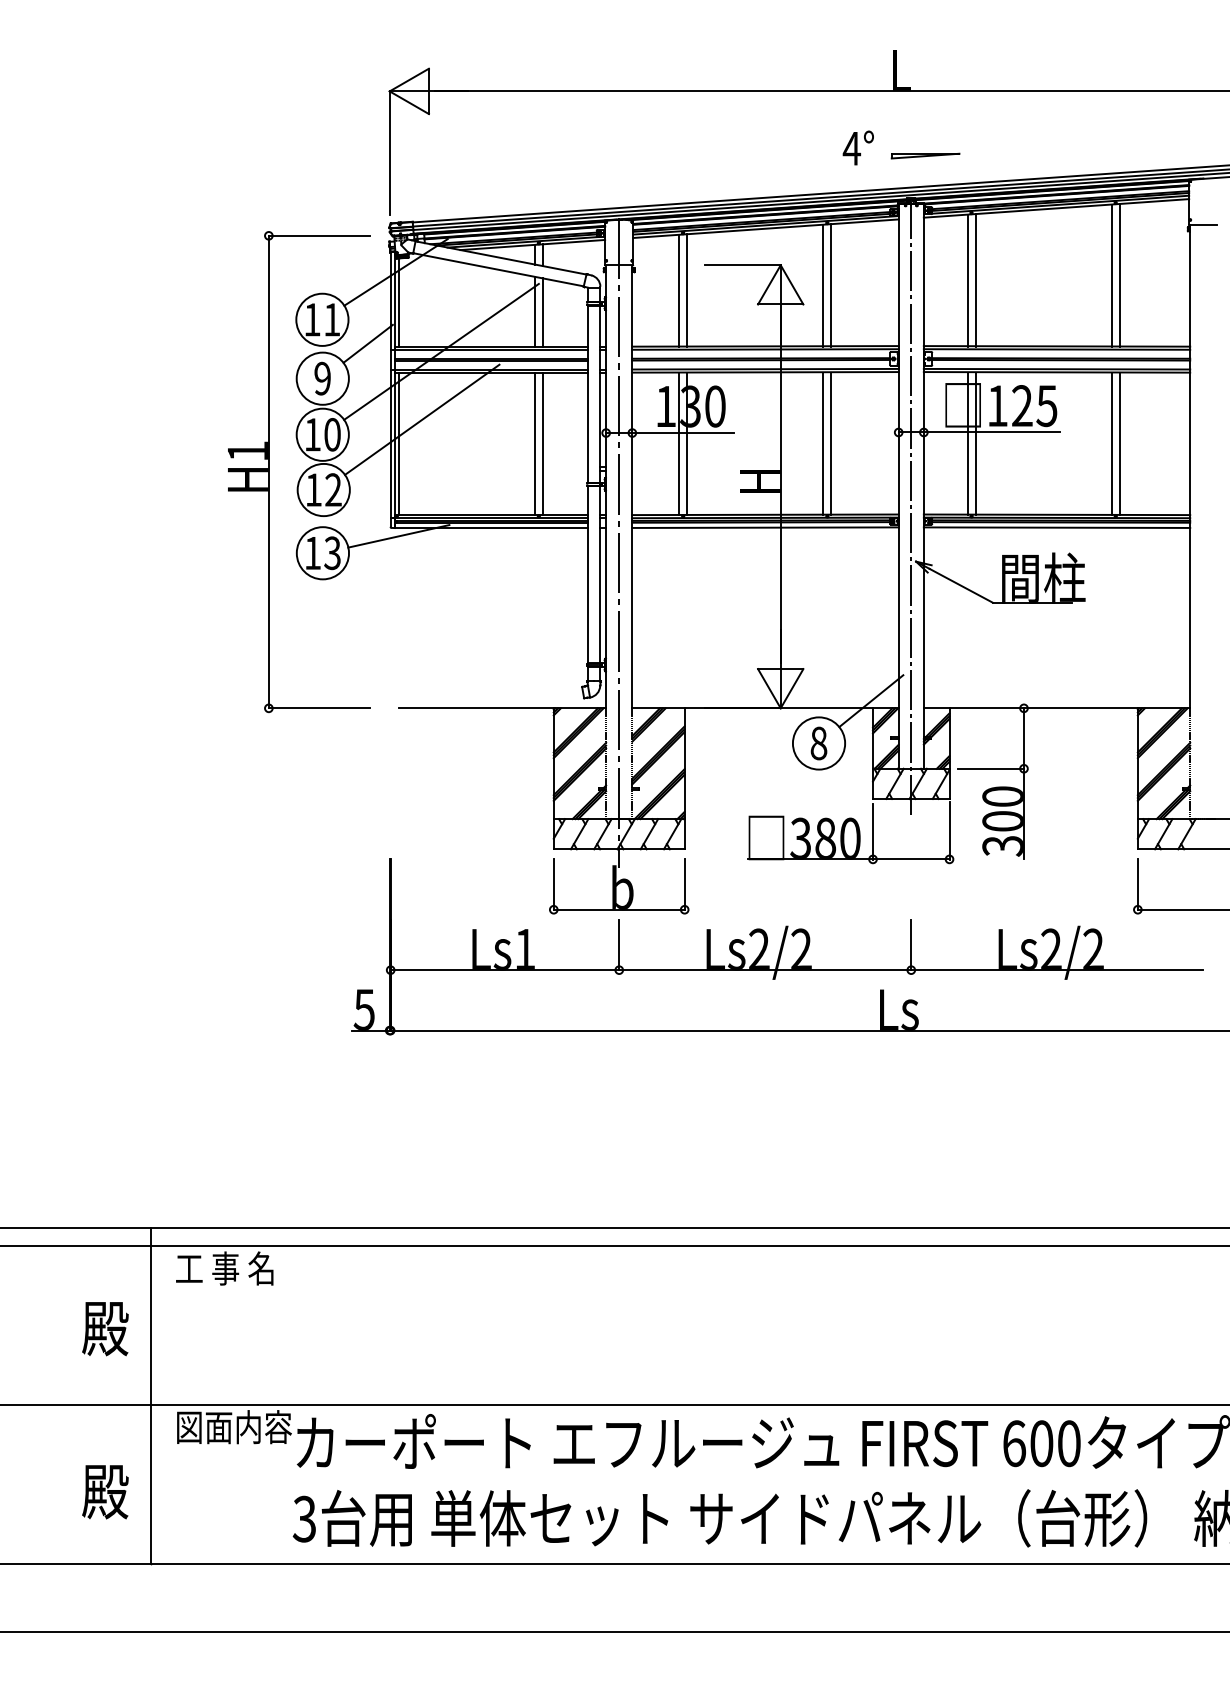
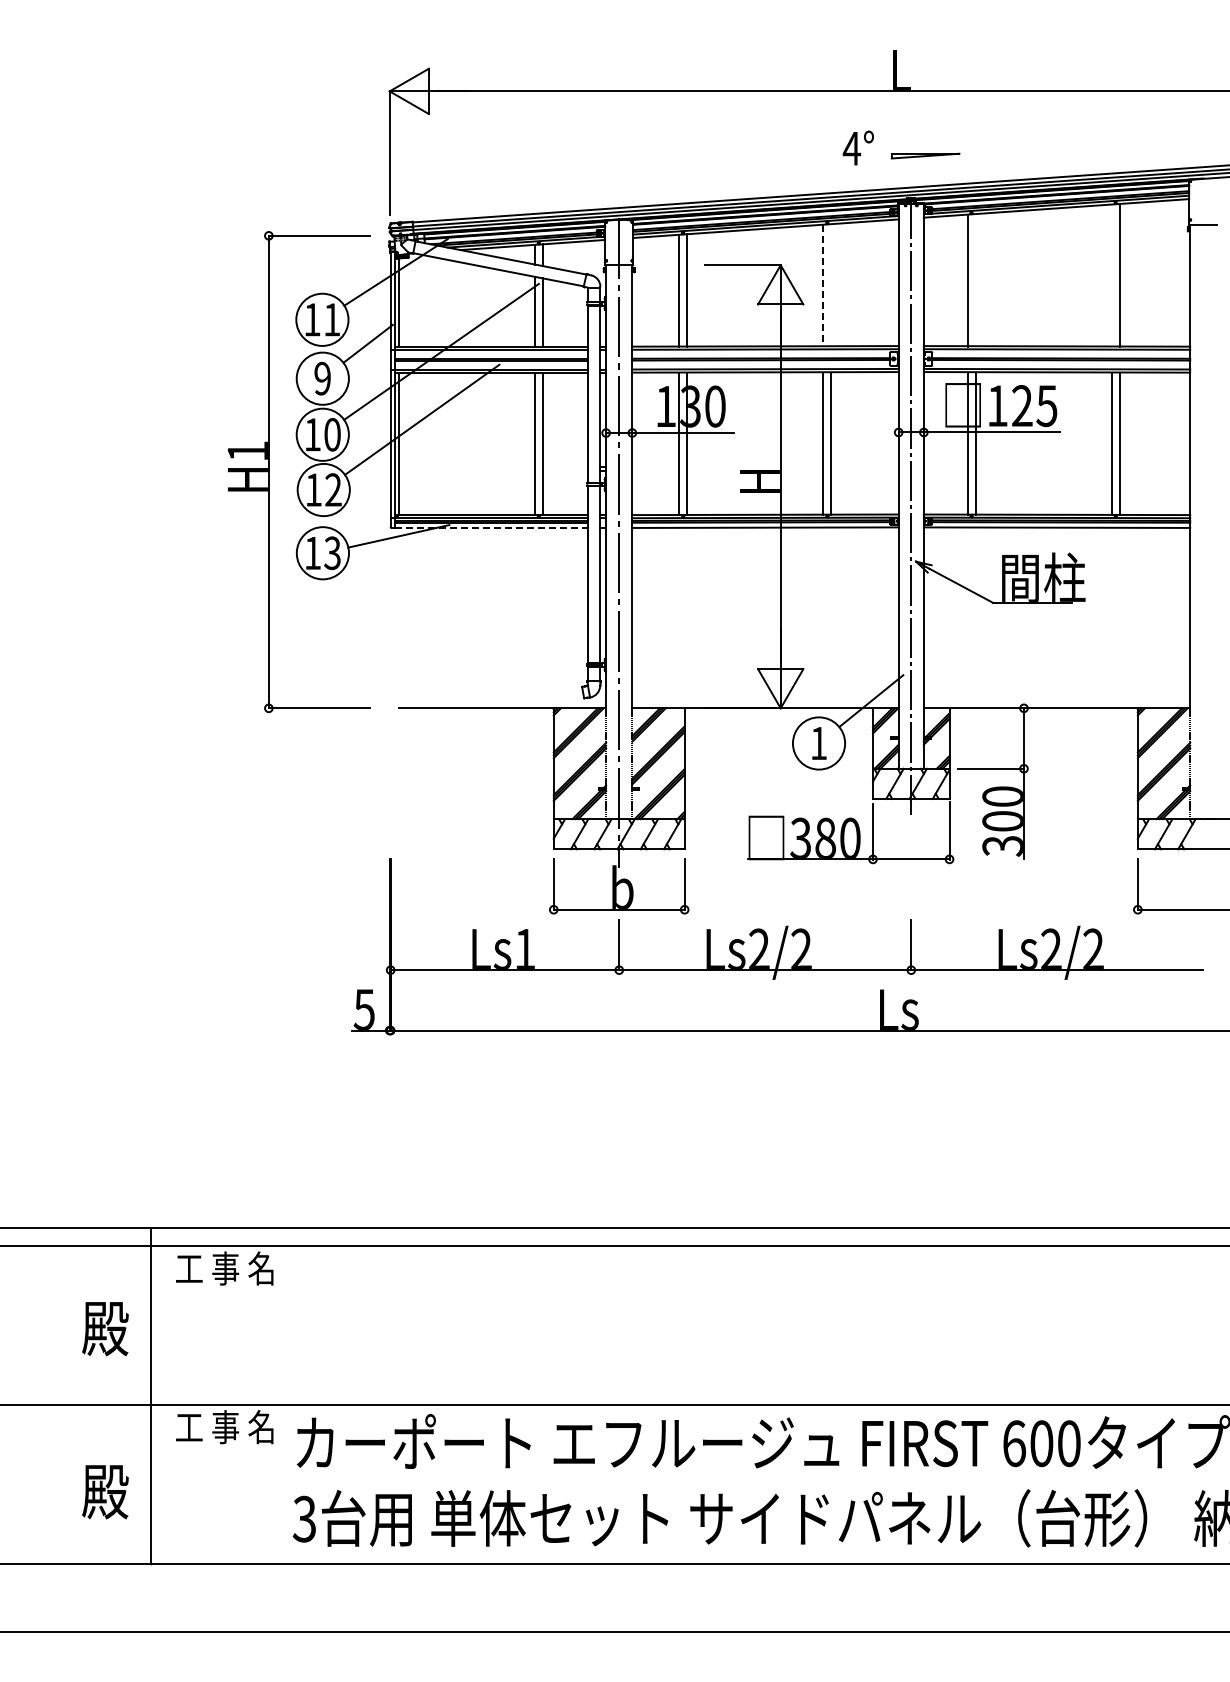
line at (1111, 275): present -> none
line at (975, 280): present -> none
line at (823, 285): solid -> dashed
line at (831, 285): present -> none
line at (491, 527): solid -> dashed
text at (818, 743): 8 -> 1
text at (233, 1427): 図面内容 -> 工 事 名
